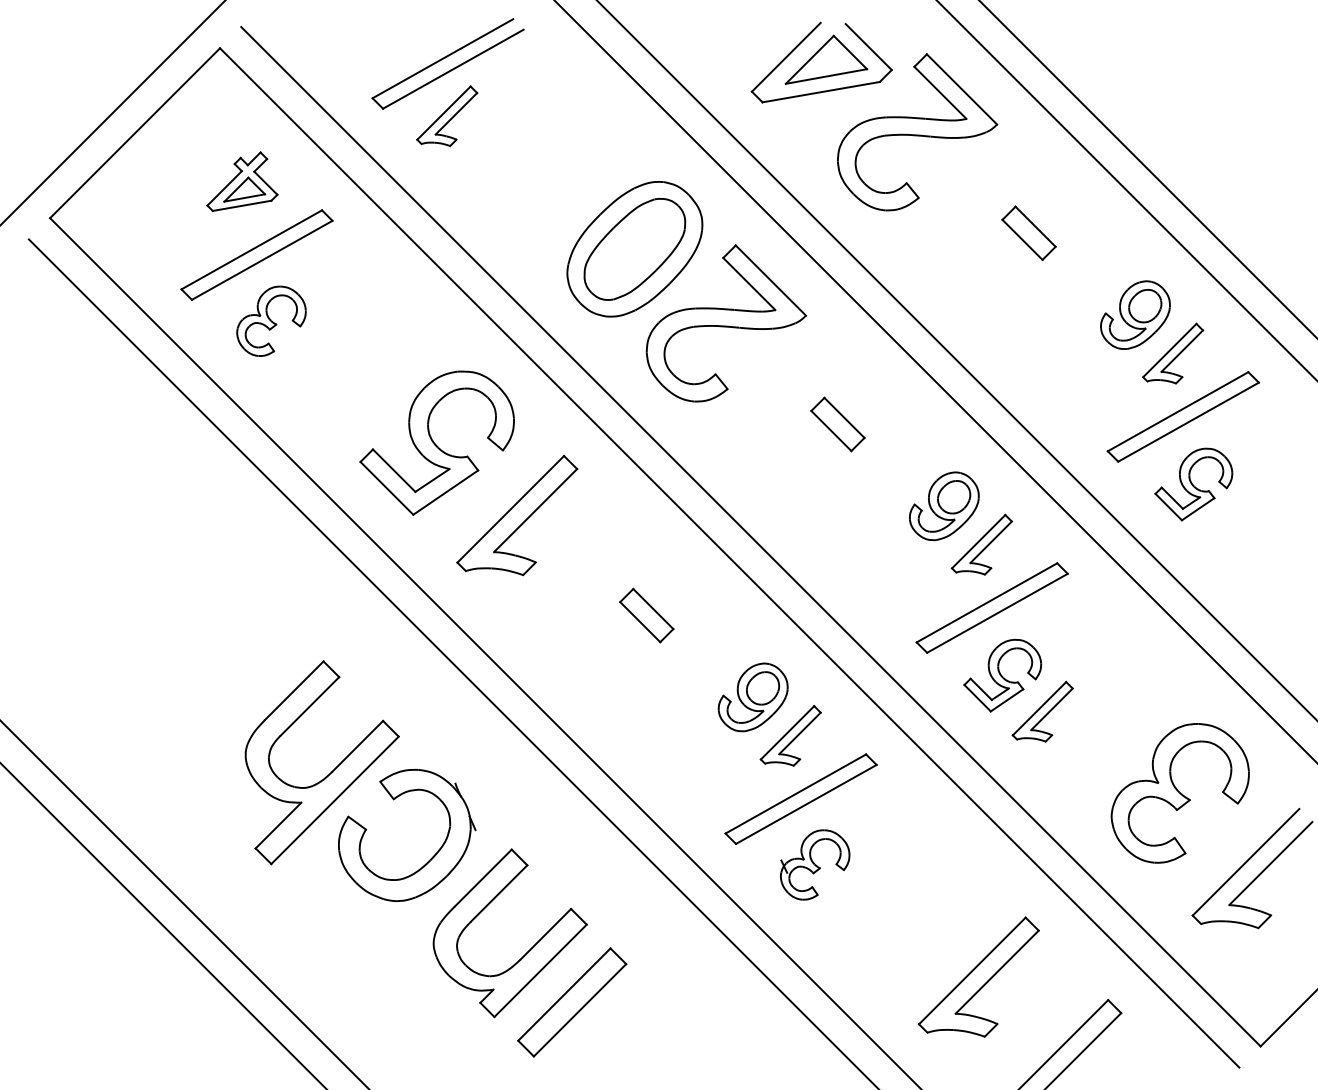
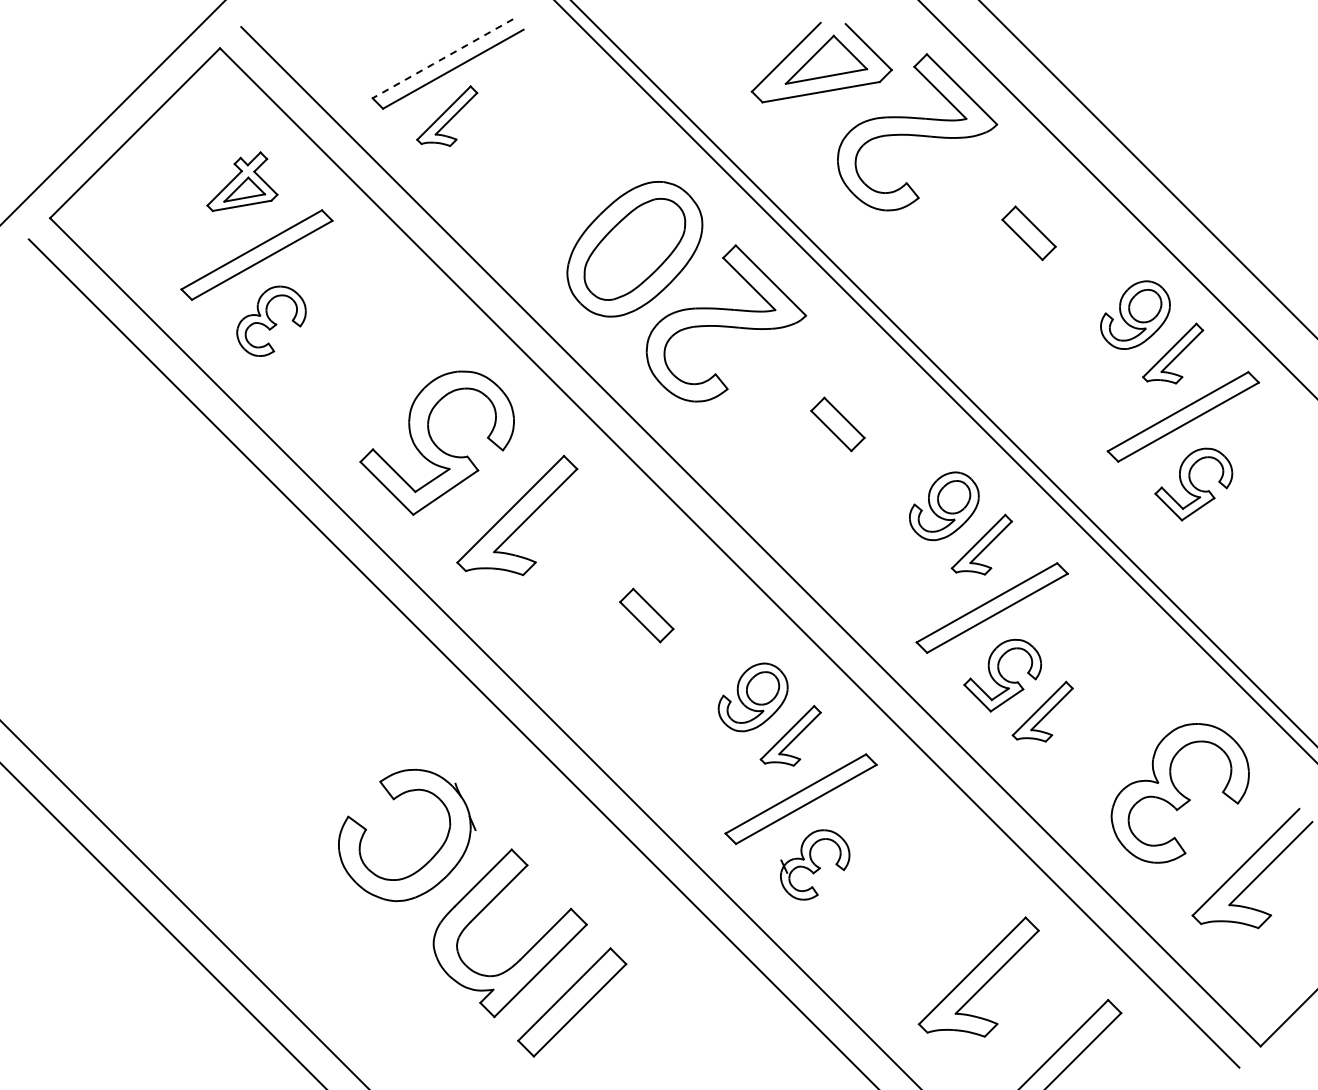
line at (442, 58): solid -> dashed
line at (1126, 190) position: (1126, 190) -> (1117, 199)
line at (956, 360) position: (956, 360) -> (943, 373)
part at (331, 771): present -> none
